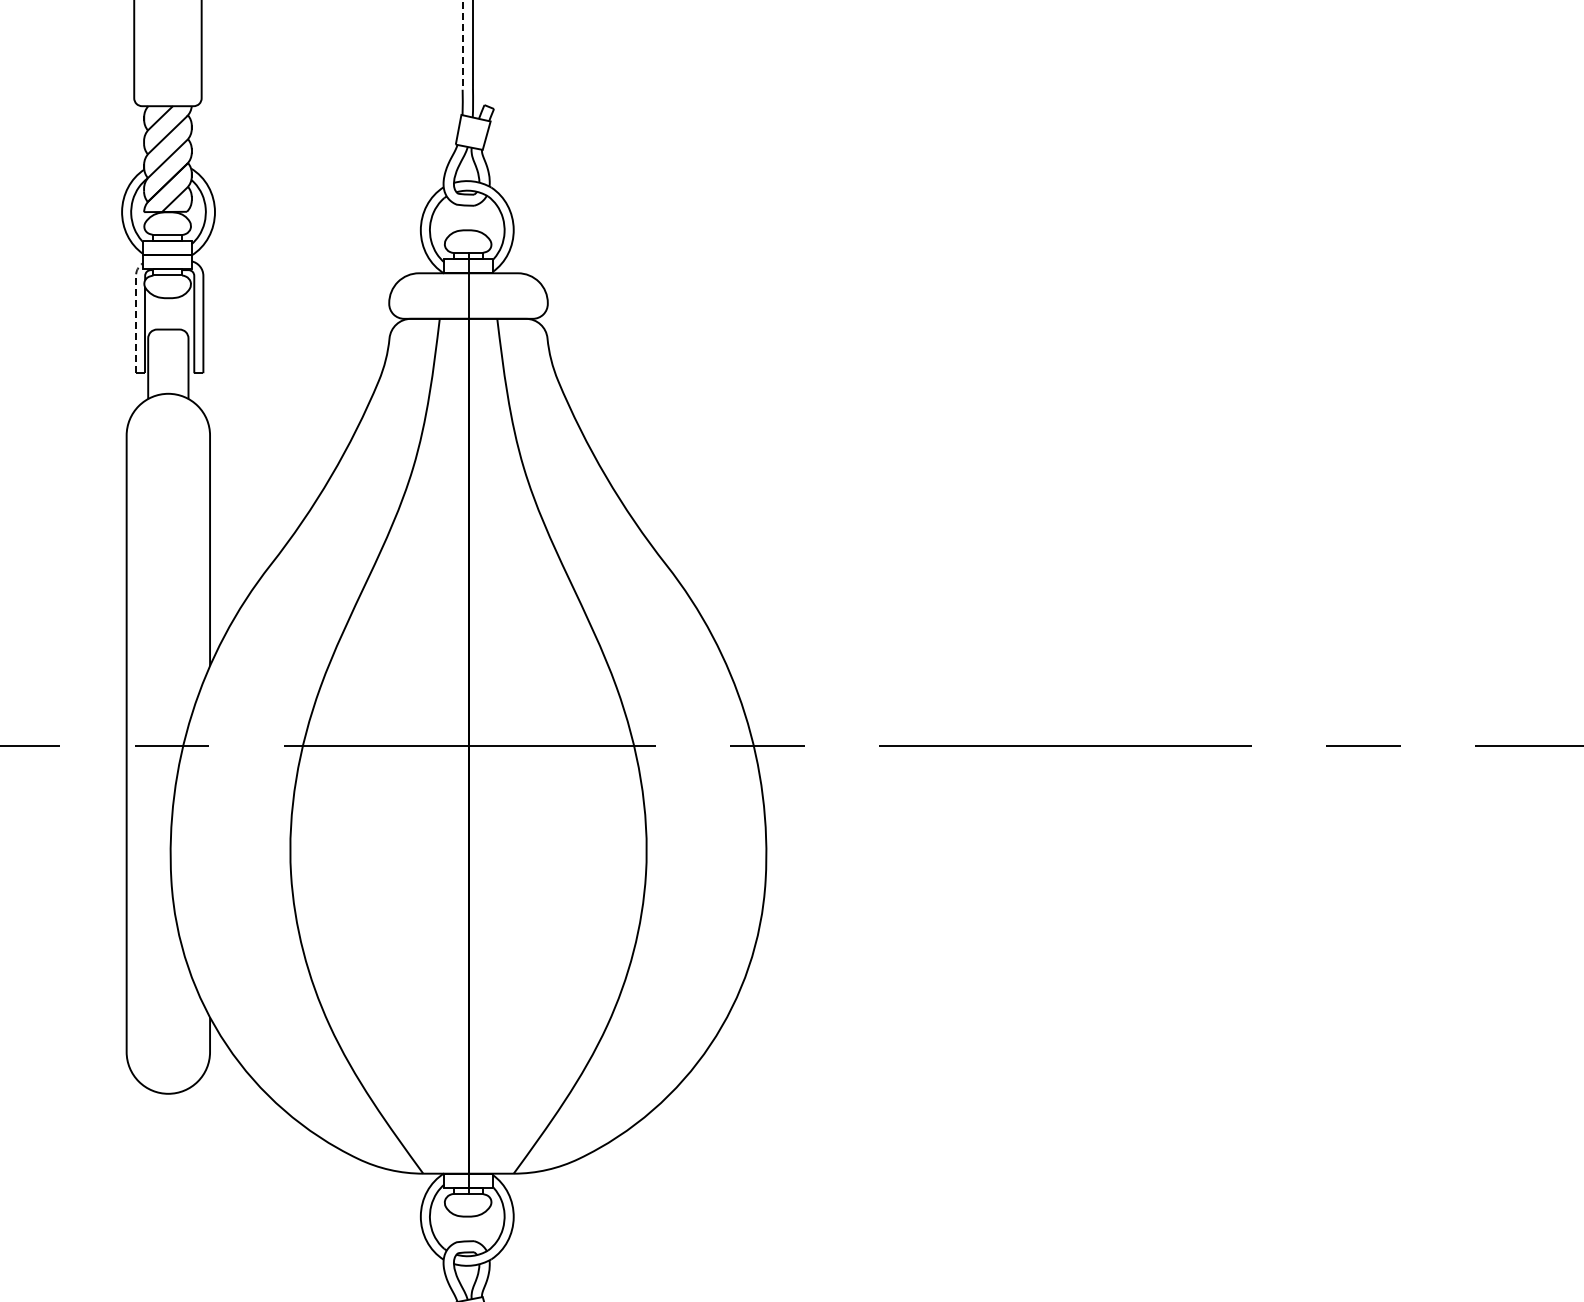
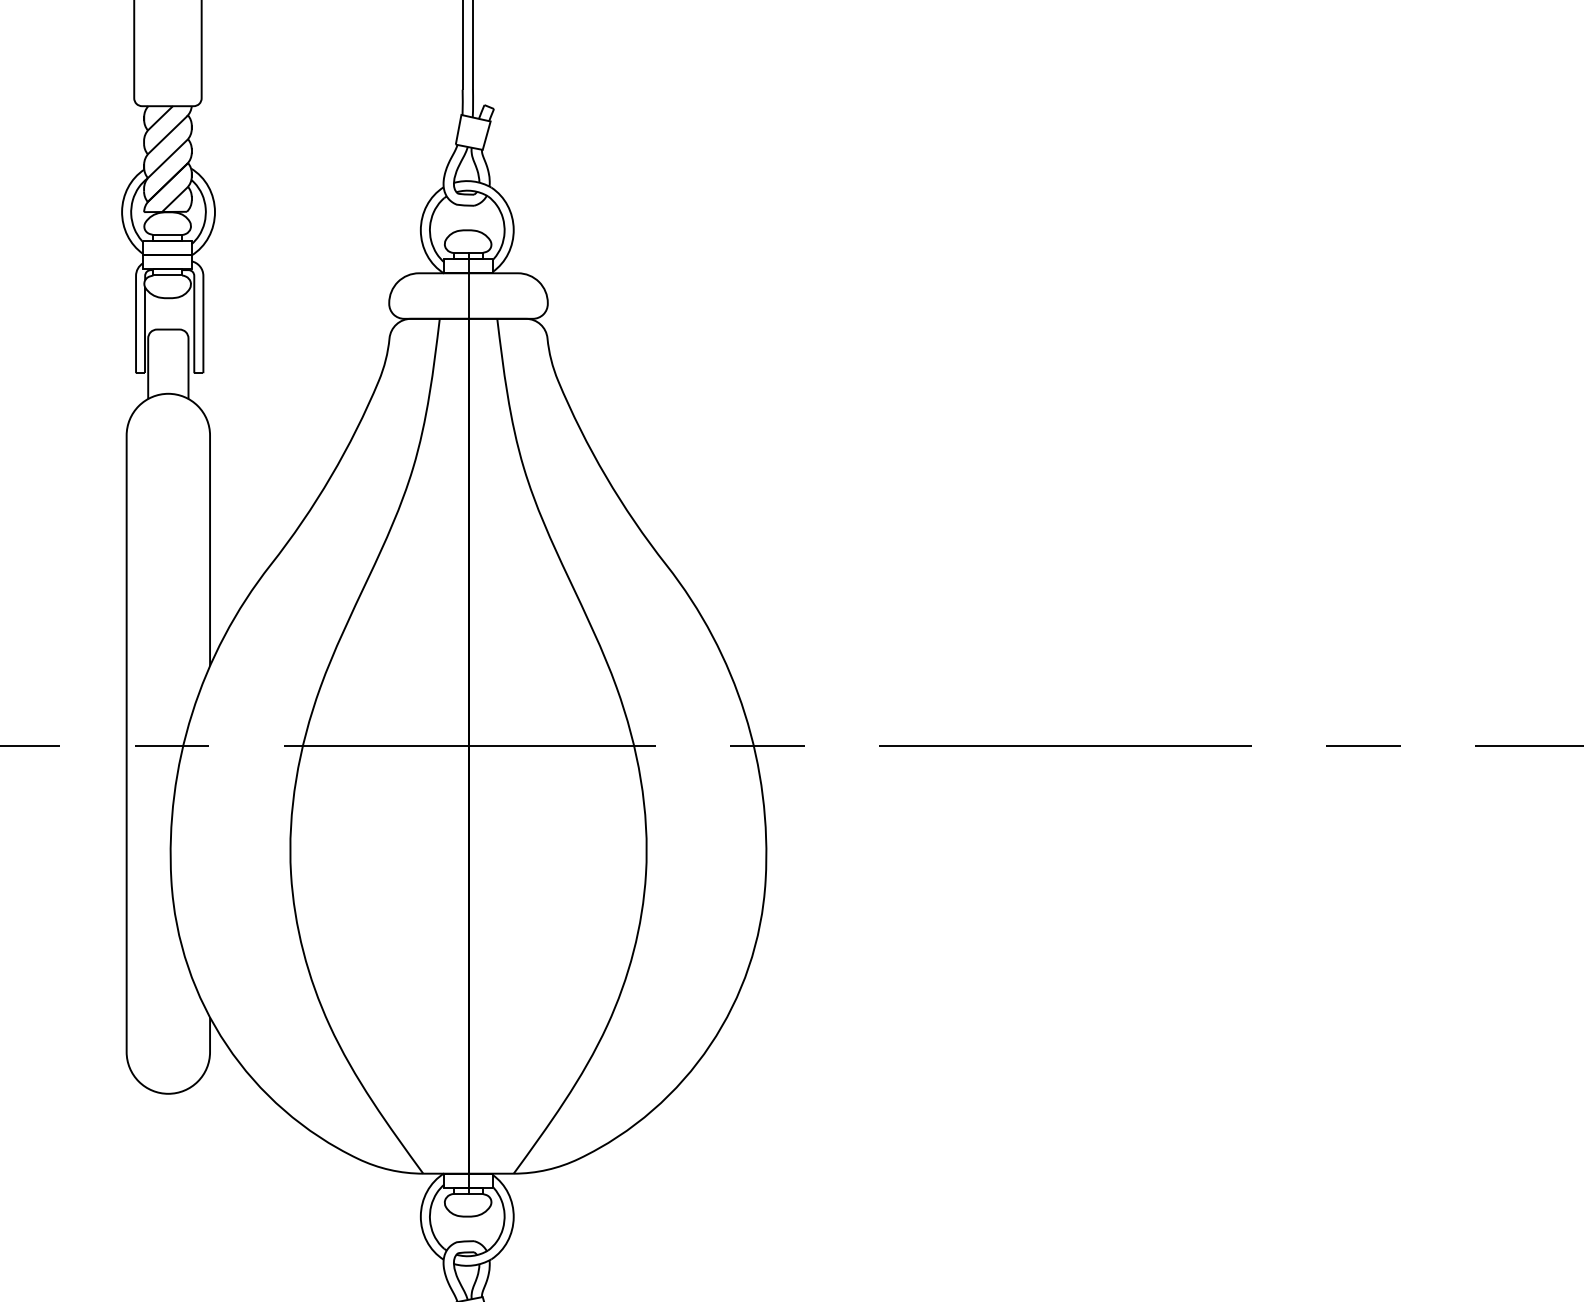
line at (462, 45): dashed -> solid
line at (136, 314): dashed -> solid
